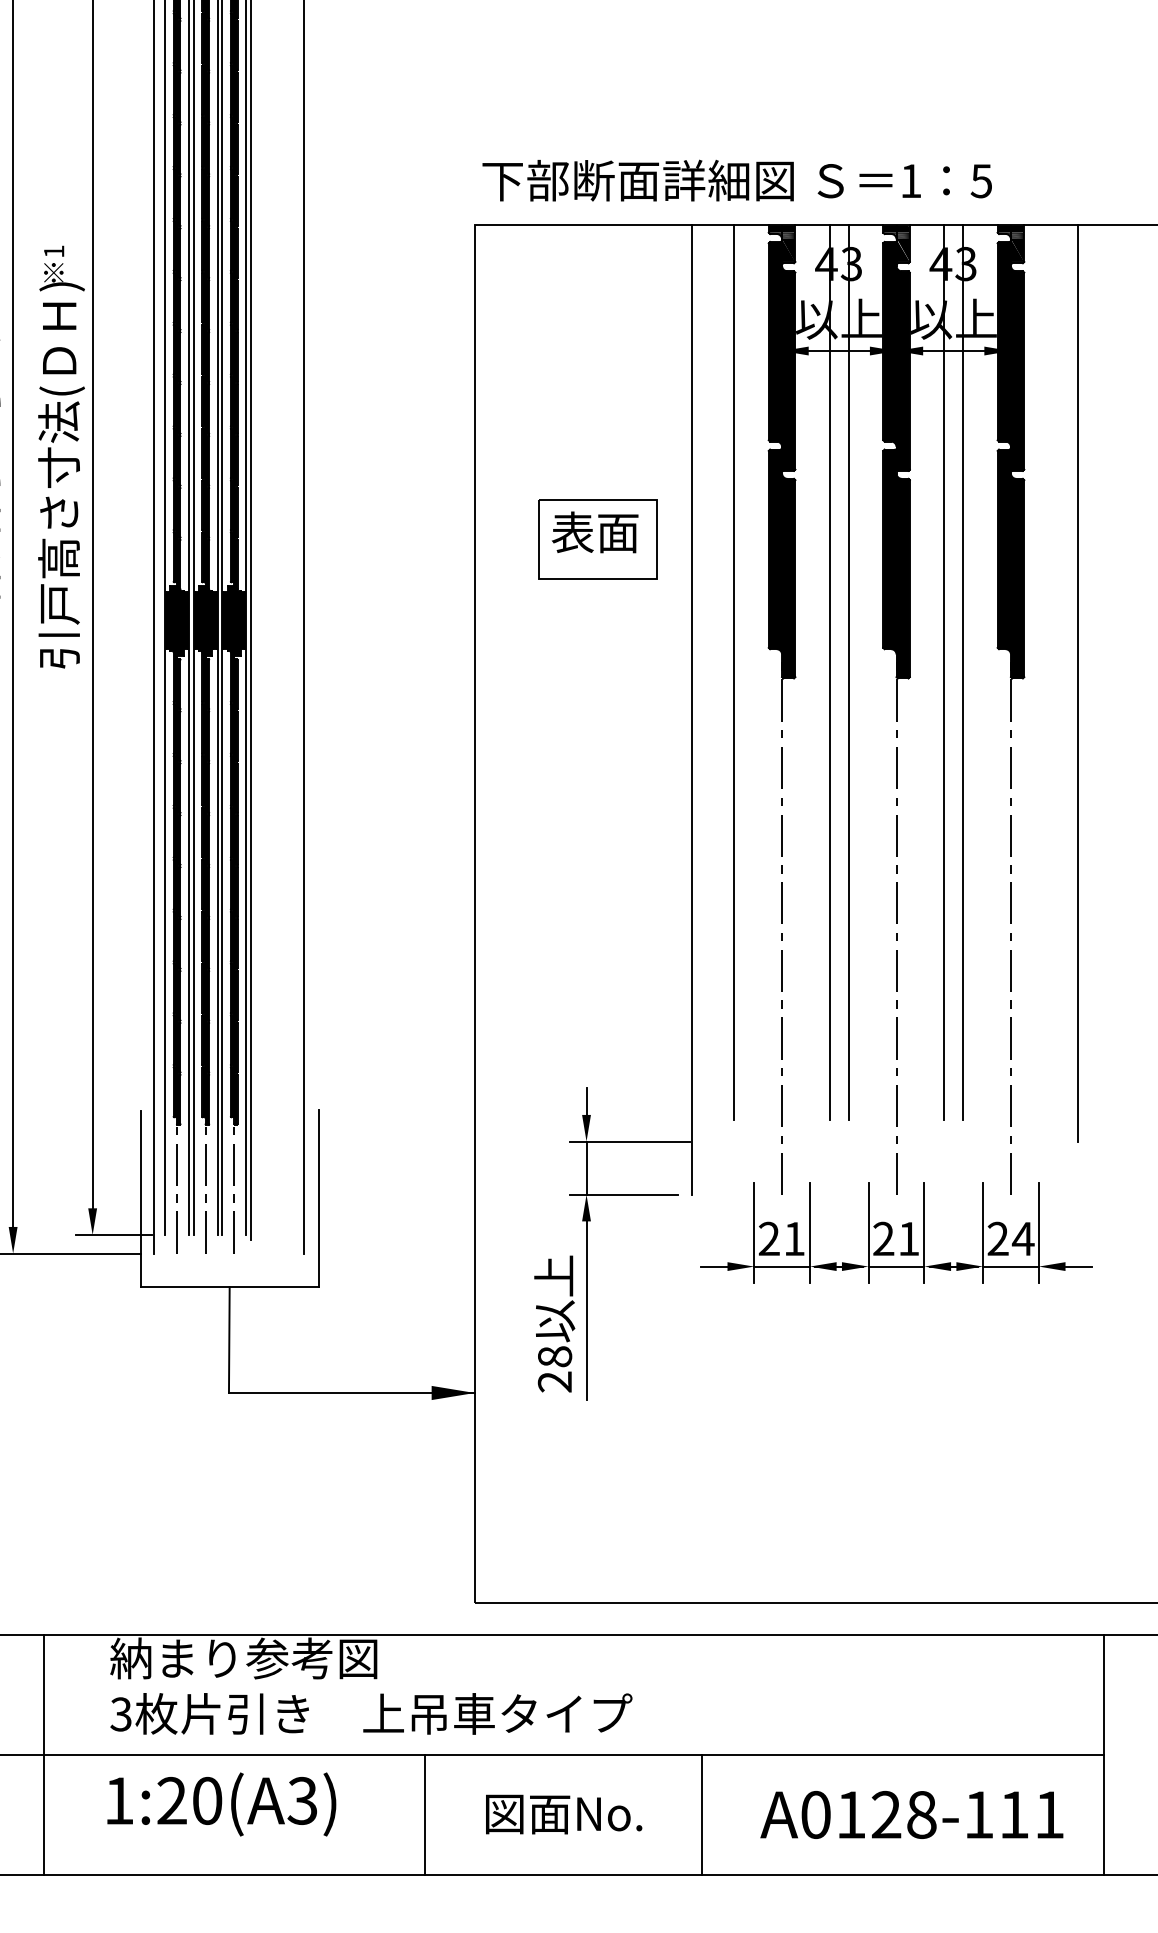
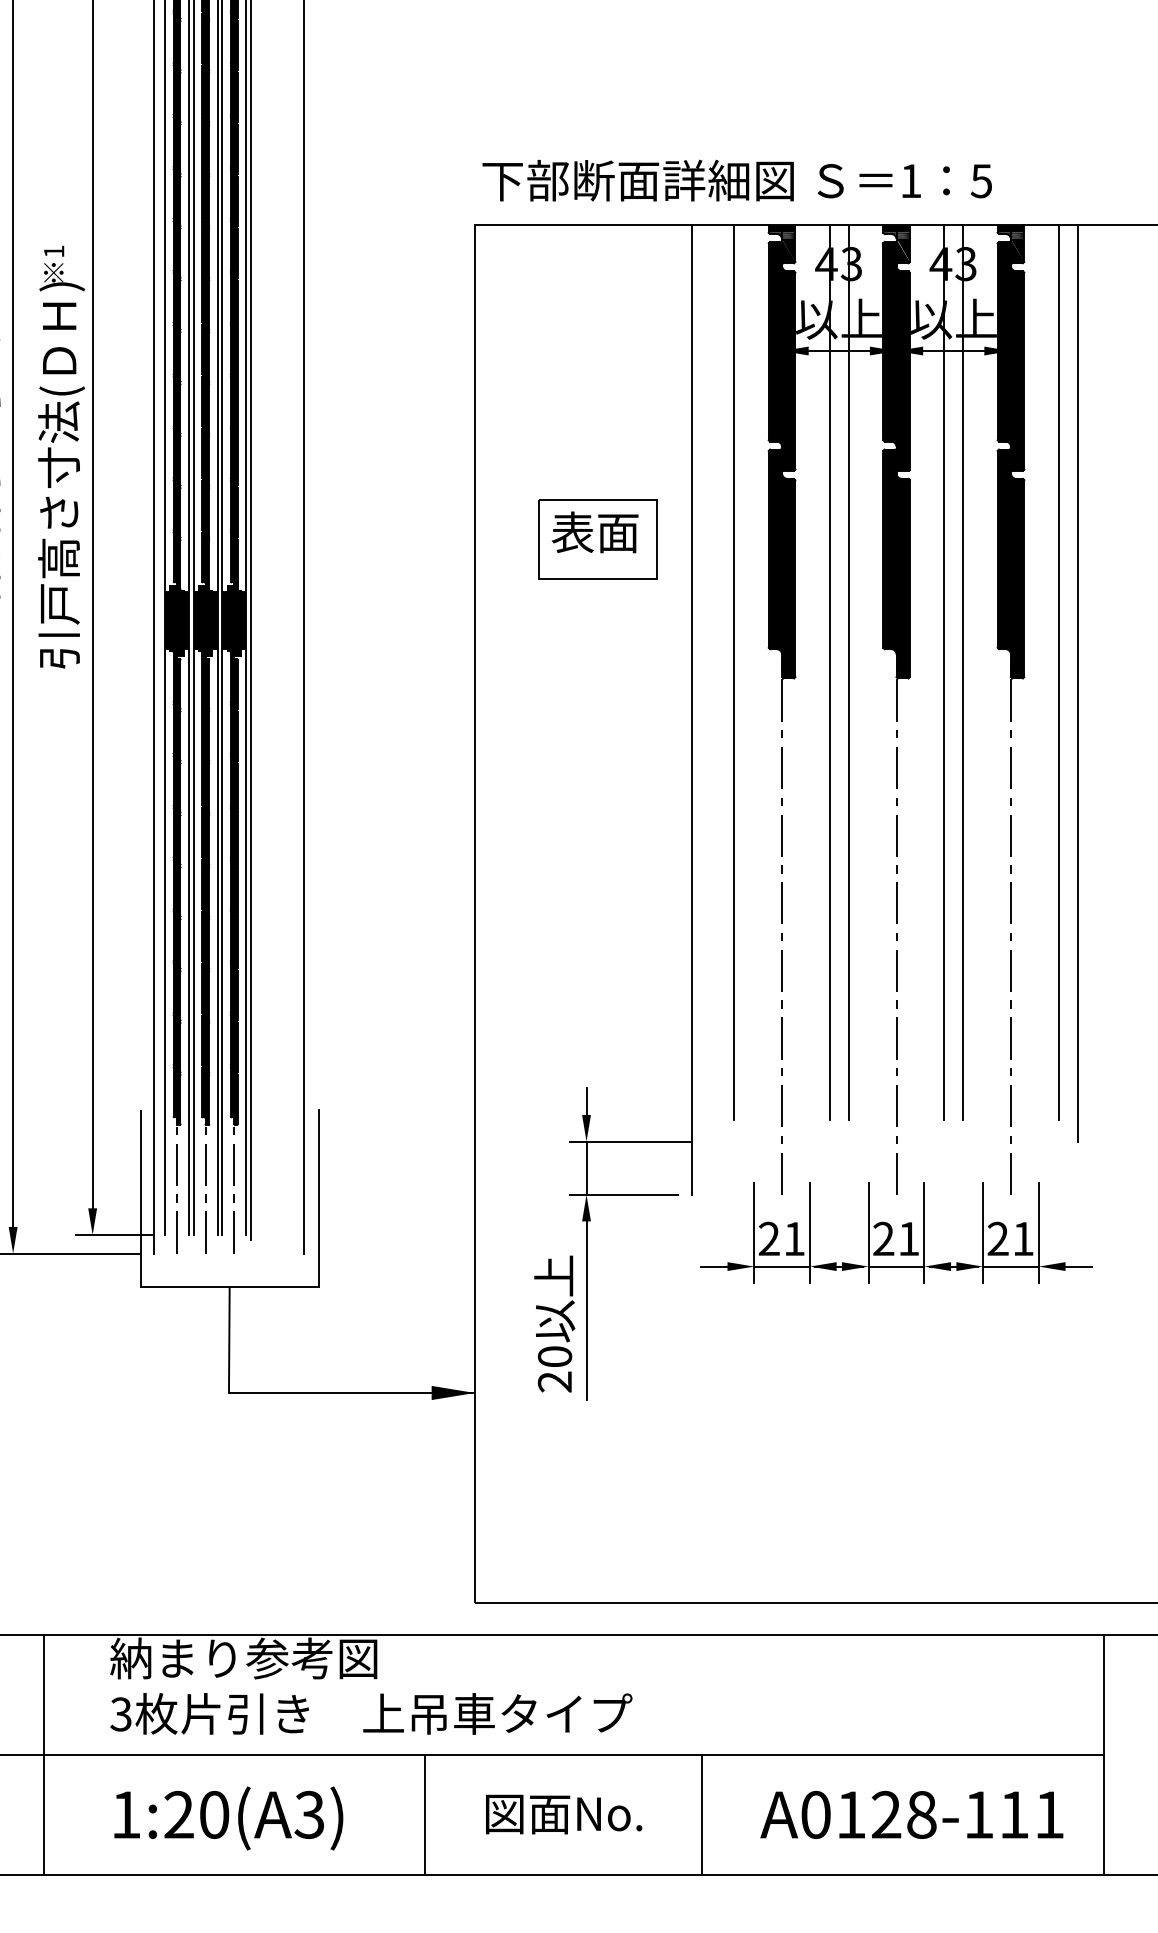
line at (1058, 672): none -> present
text at (1022, 1238): 24 -> 21
text at (554, 1356): 28 -> 20
text at (221, 1804) position: (221, 1804) -> (228, 1818)
